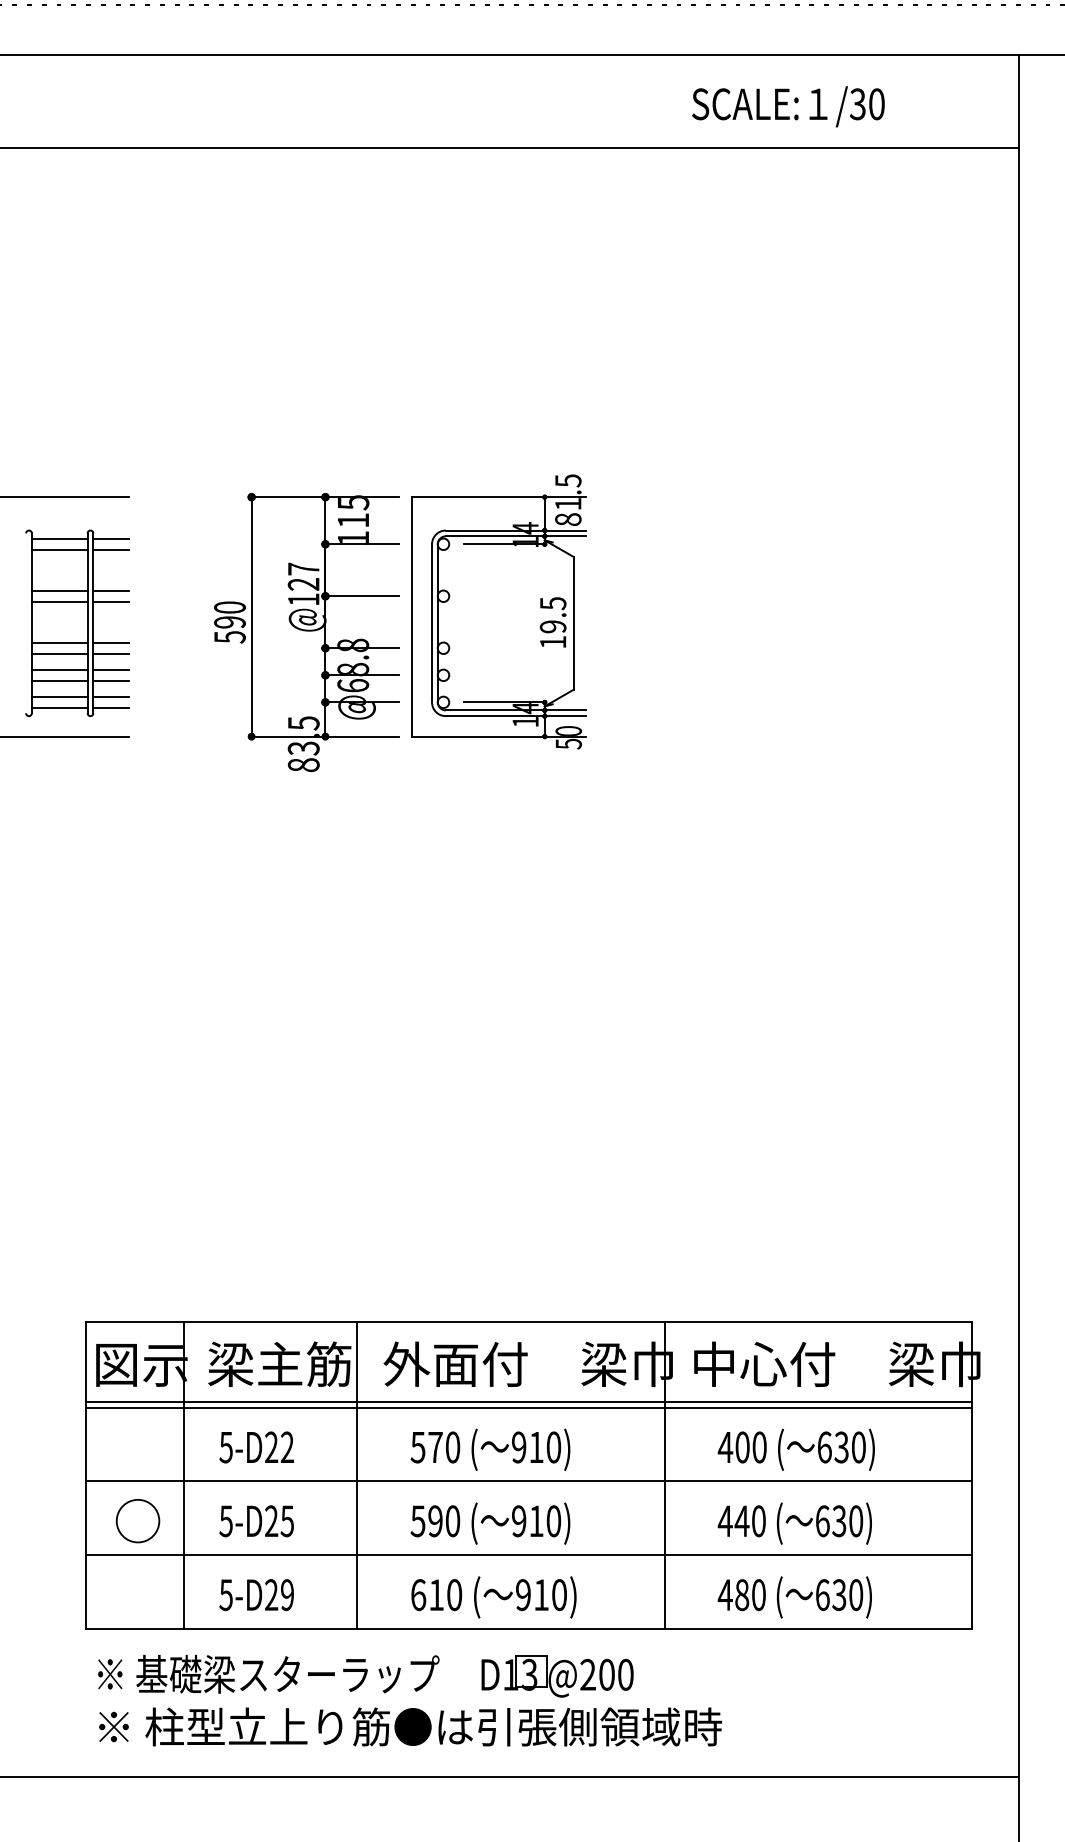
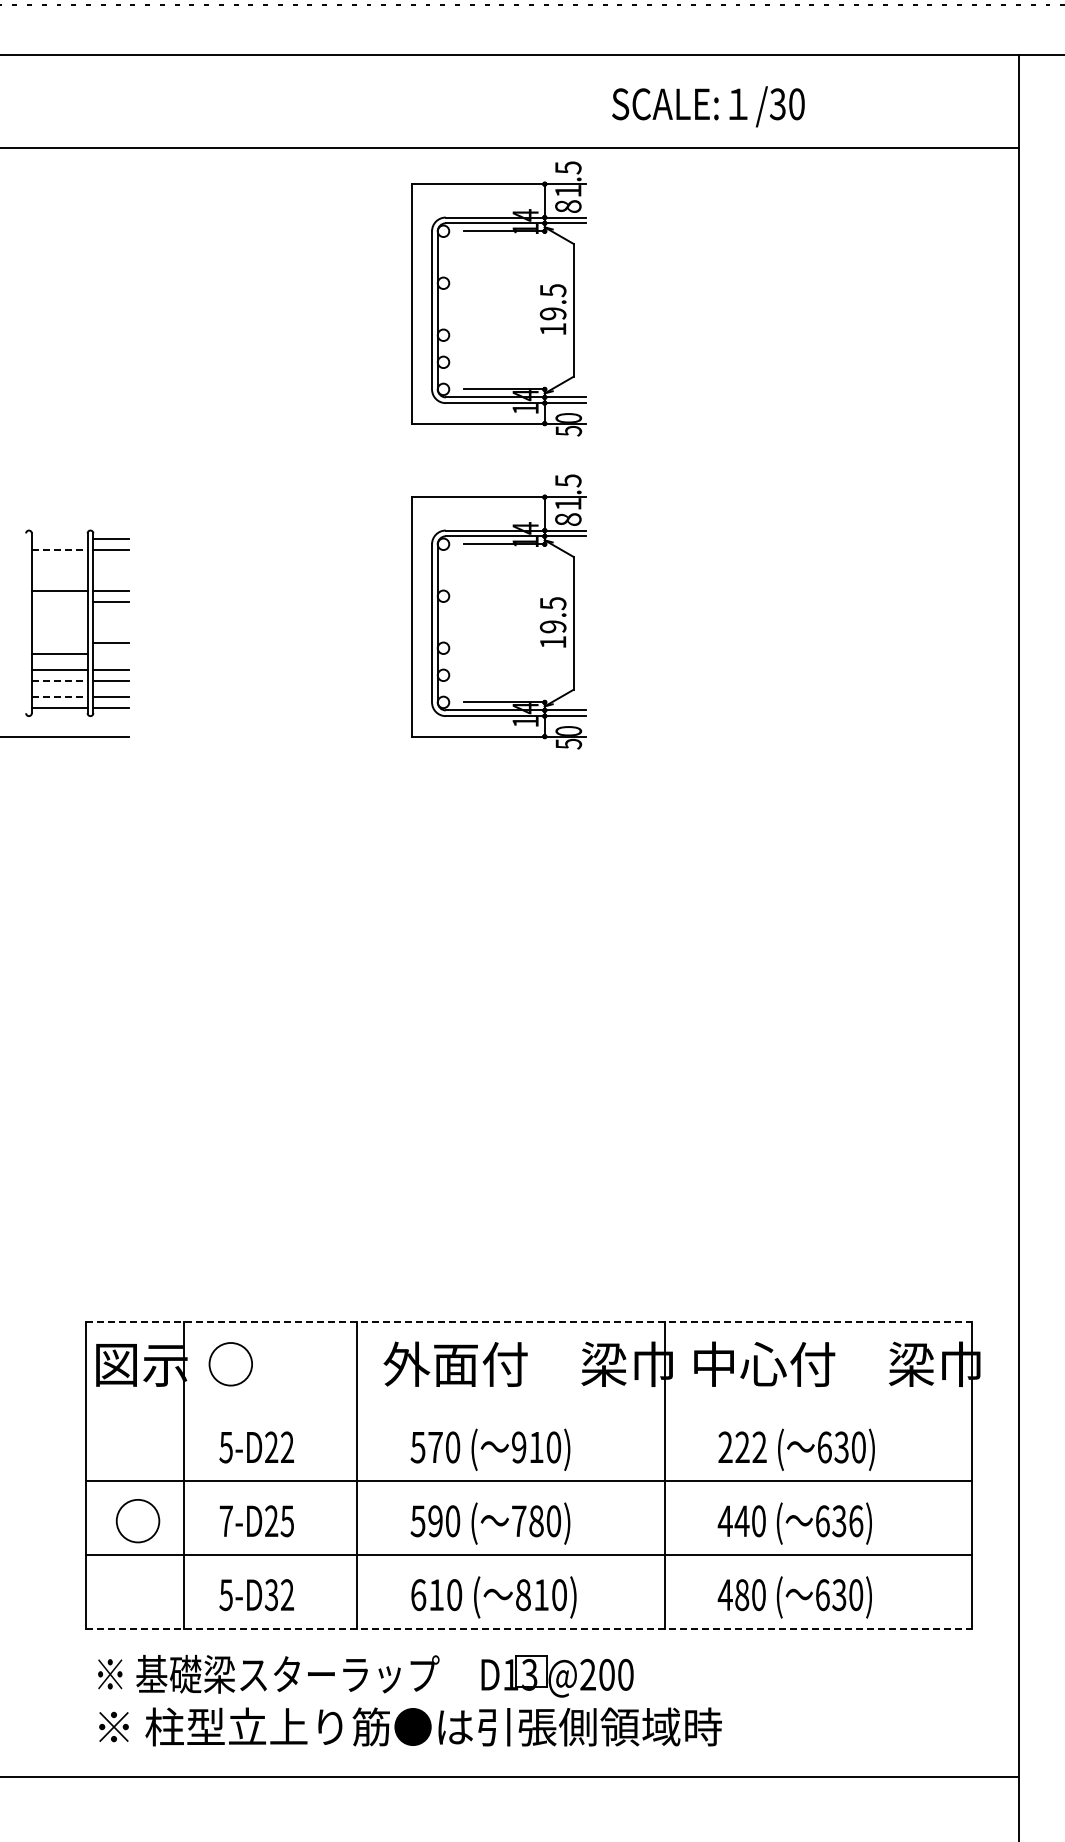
text at (788, 106) position: (788, 106) -> (708, 106)
part at (498, 298): none -> present
line at (65, 497): present -> none
line at (59, 538): present -> none
line at (59, 550): solid -> dashed
line at (59, 602): present -> none
part at (306, 632): present -> none
line at (59, 642): present -> none
line at (110, 654): present -> none
line at (59, 681): solid -> dashed
line at (59, 696): solid -> dashed
line at (529, 1321): solid -> dashed
text at (279, 1363): 梁主筋 -> ○
line at (528, 1401): present -> none
line at (528, 1407): present -> none
text at (741, 1447): 400 -> 222
text at (225, 1521): 5-D25 -> 7-D25
text at (527, 1521): 910) -> 780)
text at (856, 1521): 630) -> 636)
text at (278, 1595): 5-D29 -> 5-D32
text at (523, 1595): 910) -> 810)
line at (529, 1629): solid -> dashed
